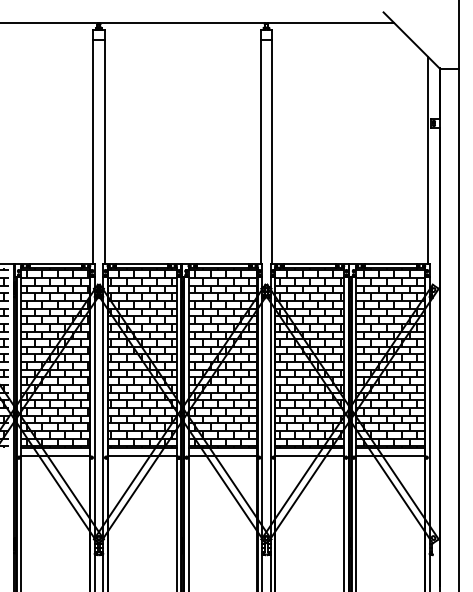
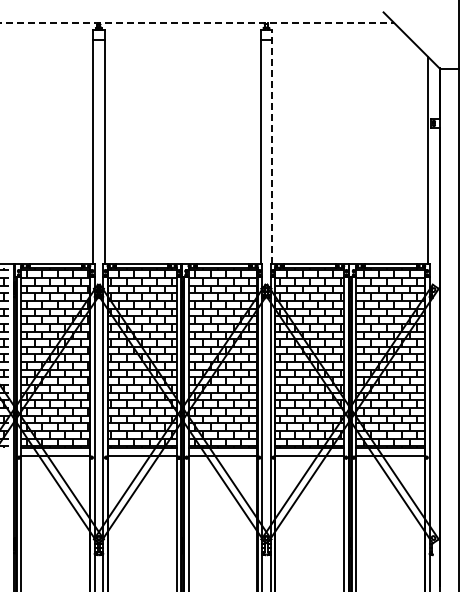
line at (197, 23): solid -> dashed
line at (272, 147): solid -> dashed
